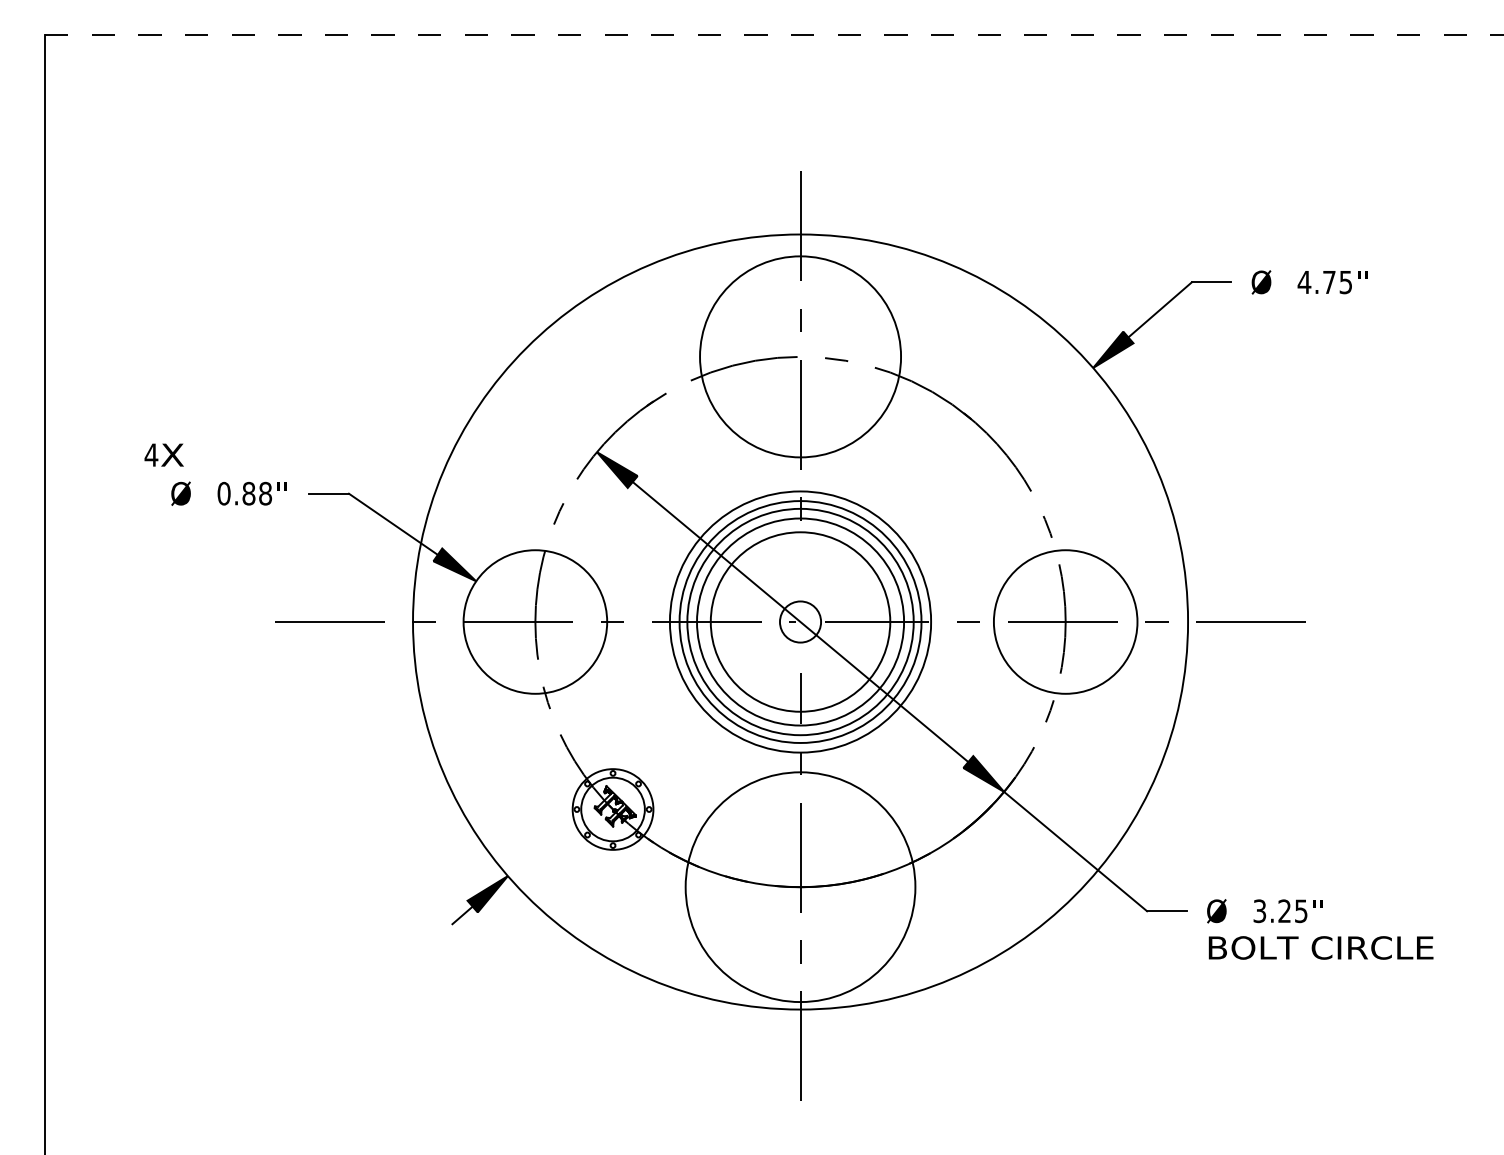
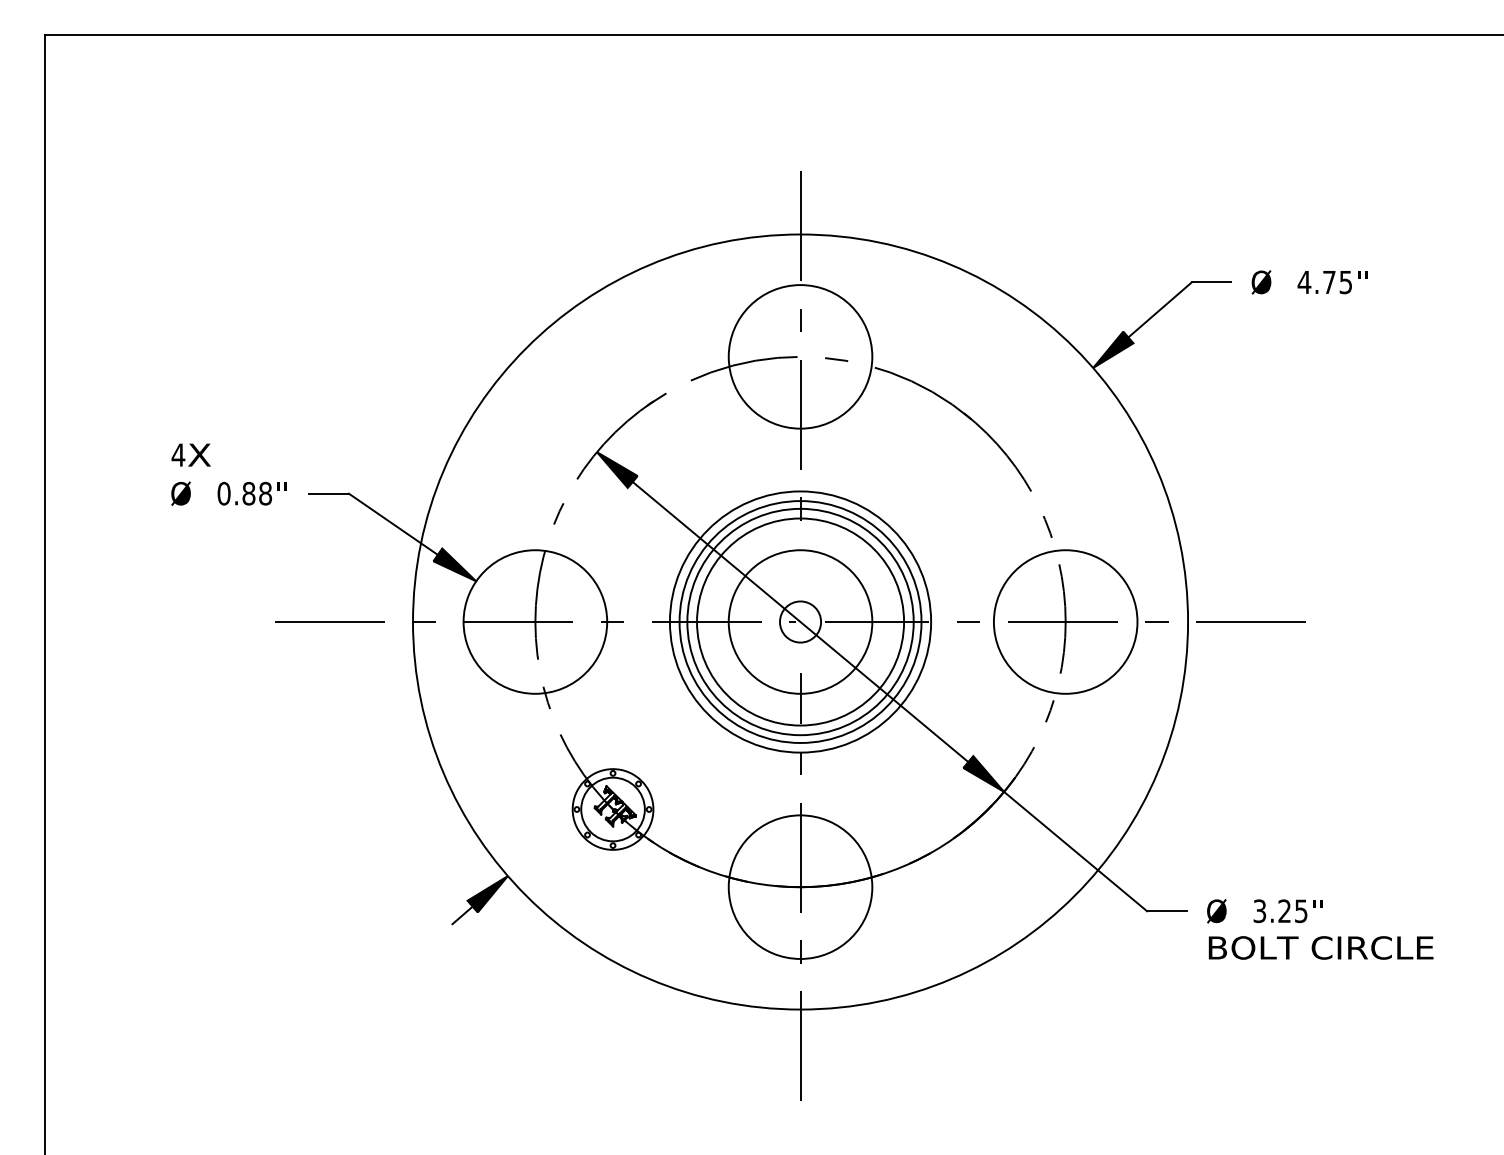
line at (774, 34): dashed -> solid
circle at (800, 356) diameter: 201 px -> 144 px
text at (163, 454) position: (163, 454) -> (190, 454)
circle at (800, 621) diameter: 179 px -> 144 px
circle at (800, 887) diameter: 230 px -> 144 px
